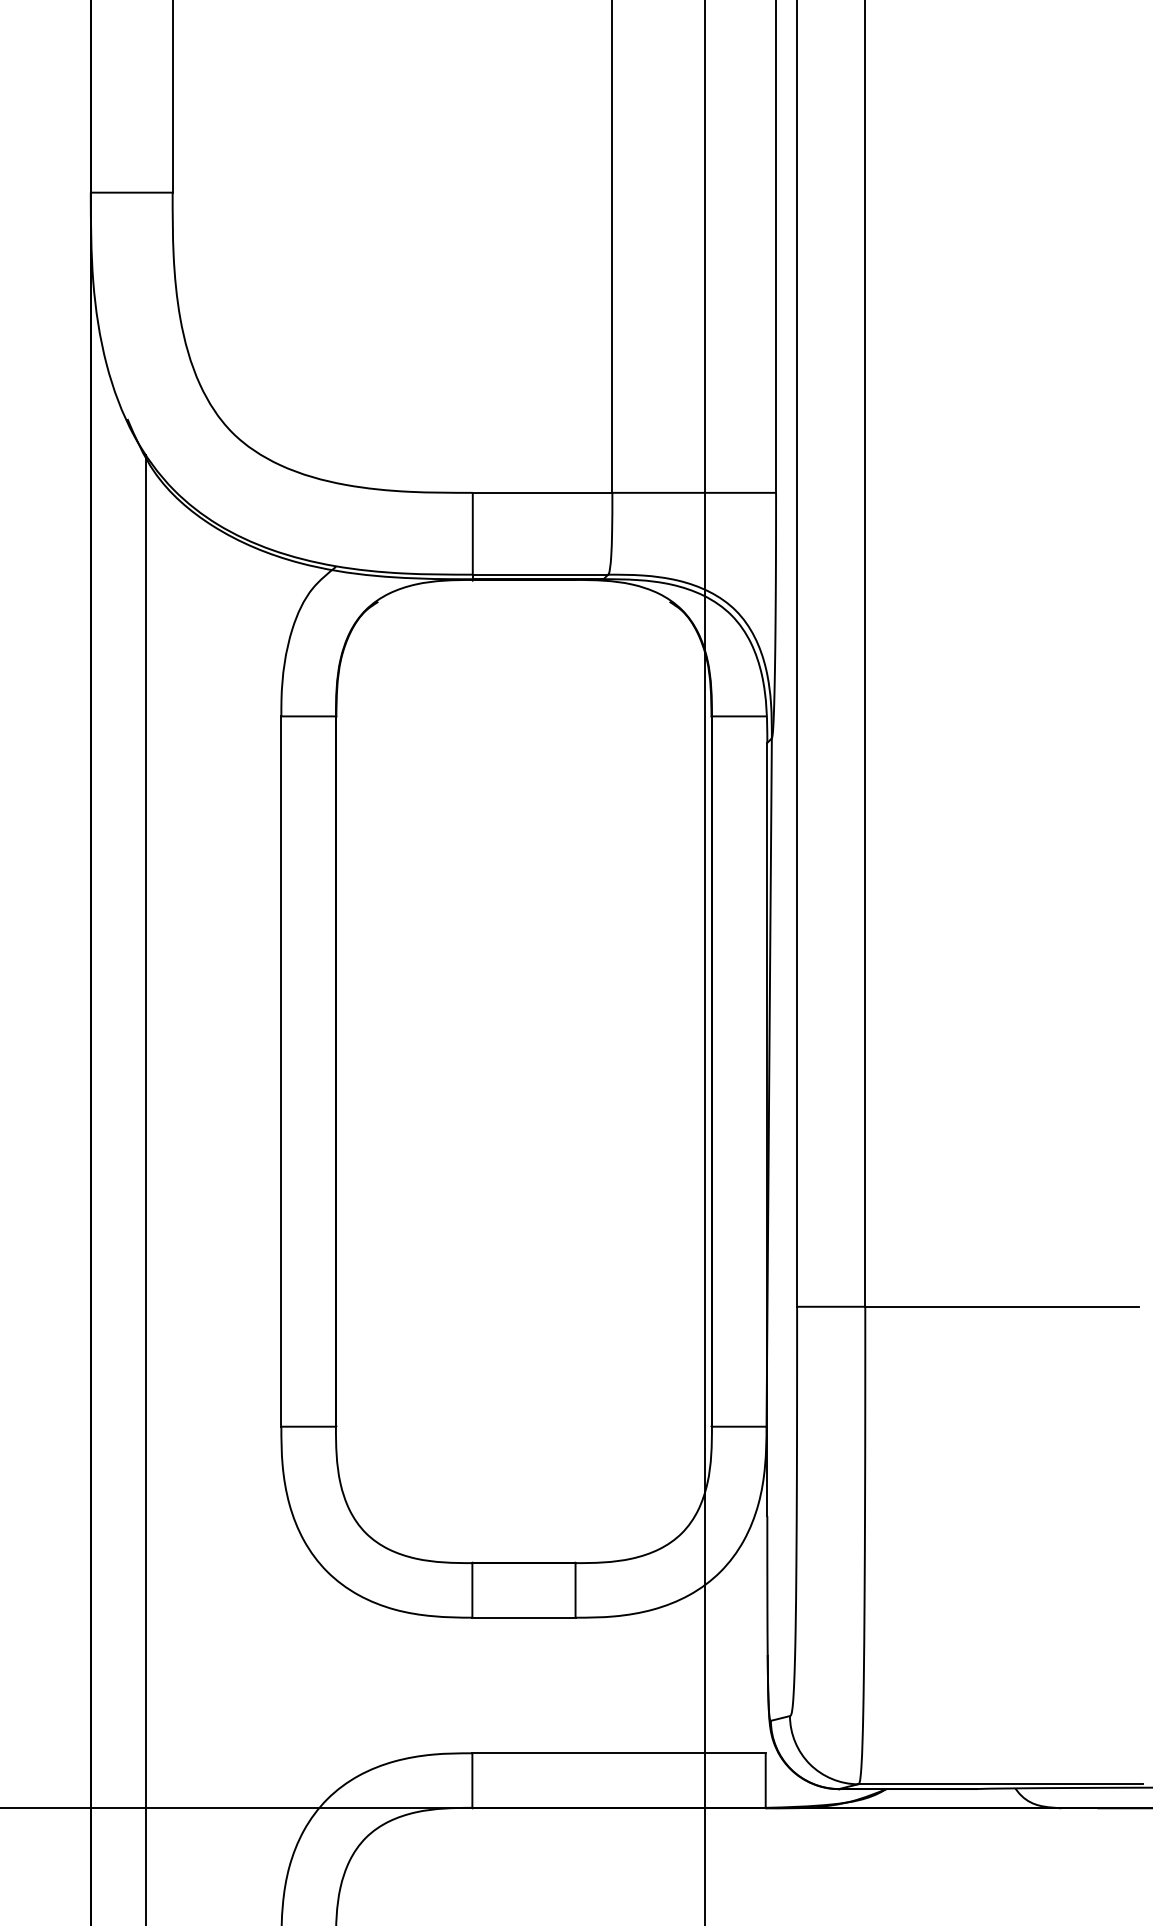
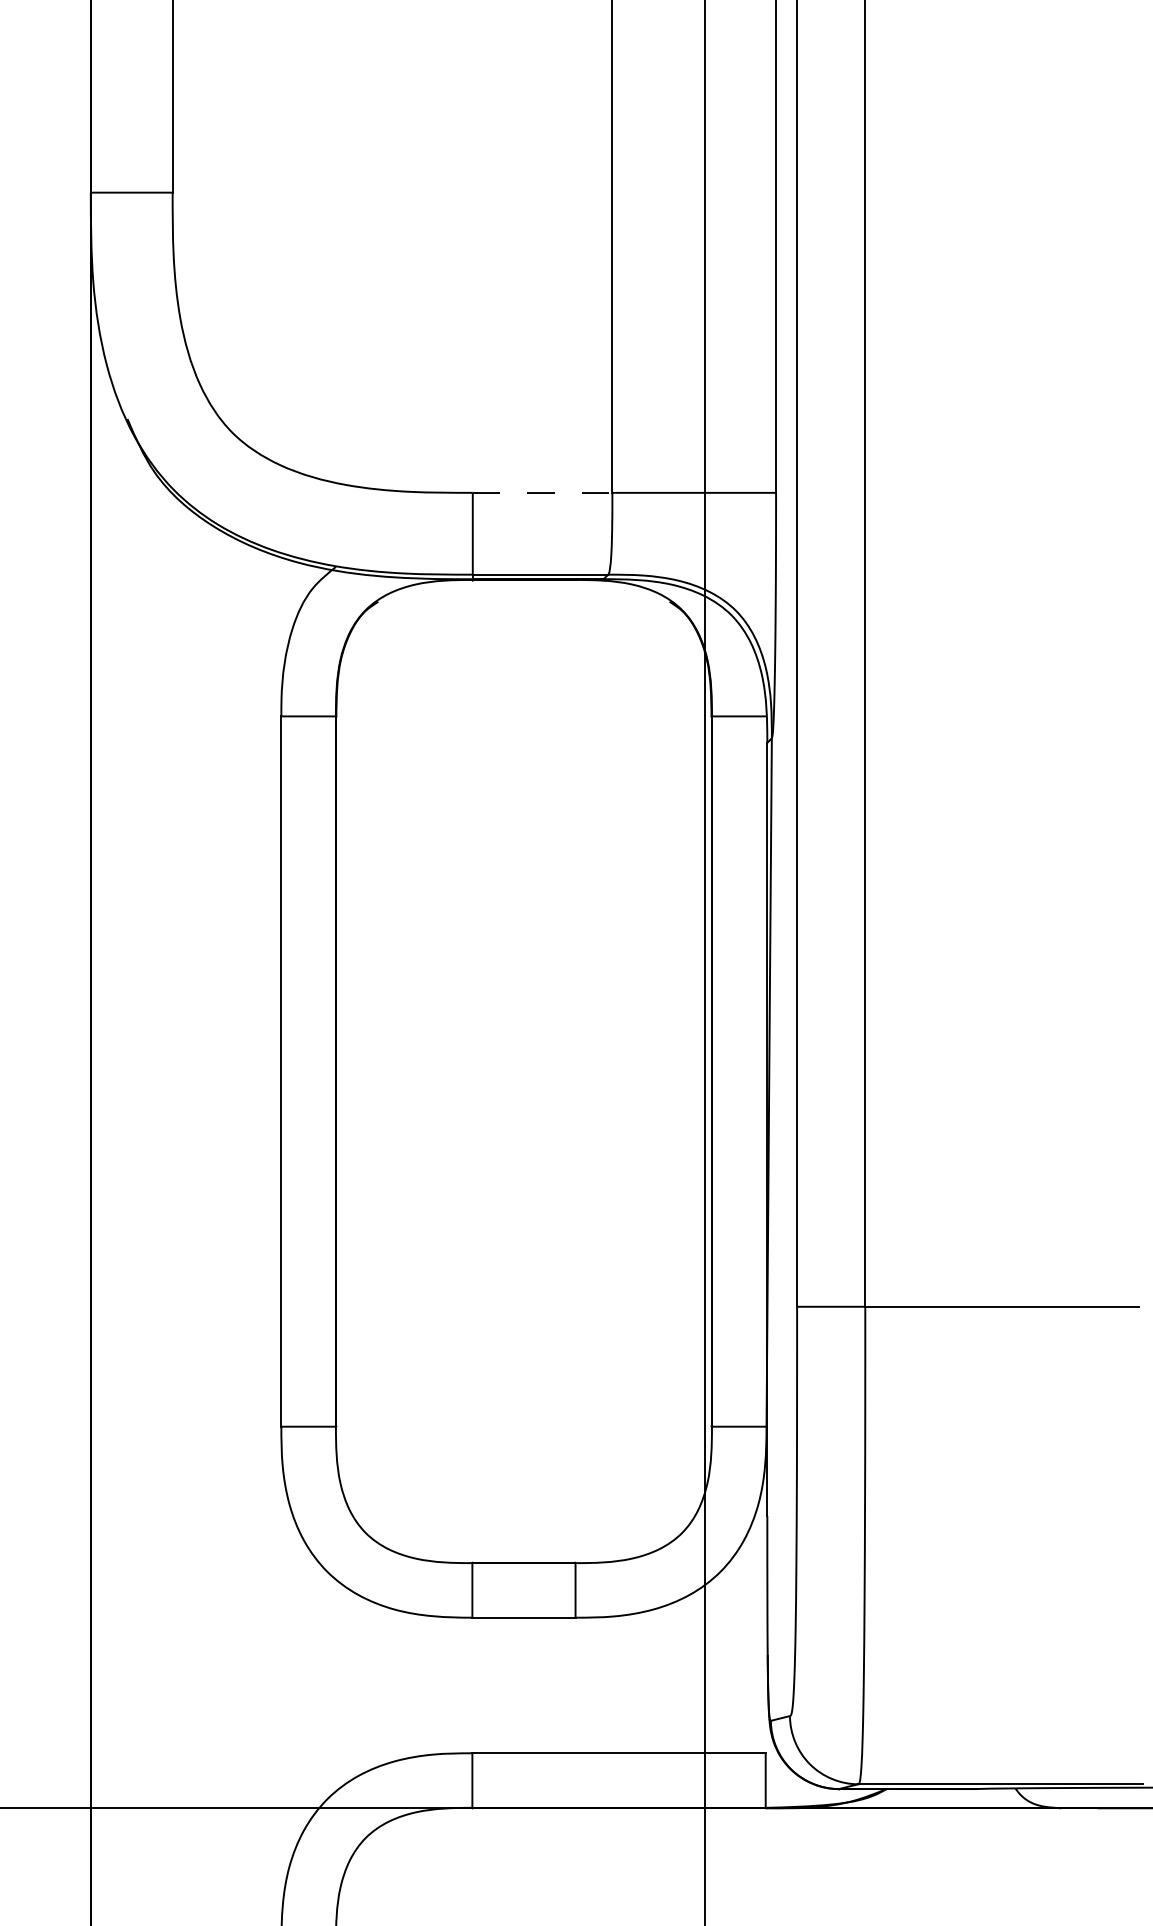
line at (542, 492): solid -> dashed
line at (145, 1188): present -> none
